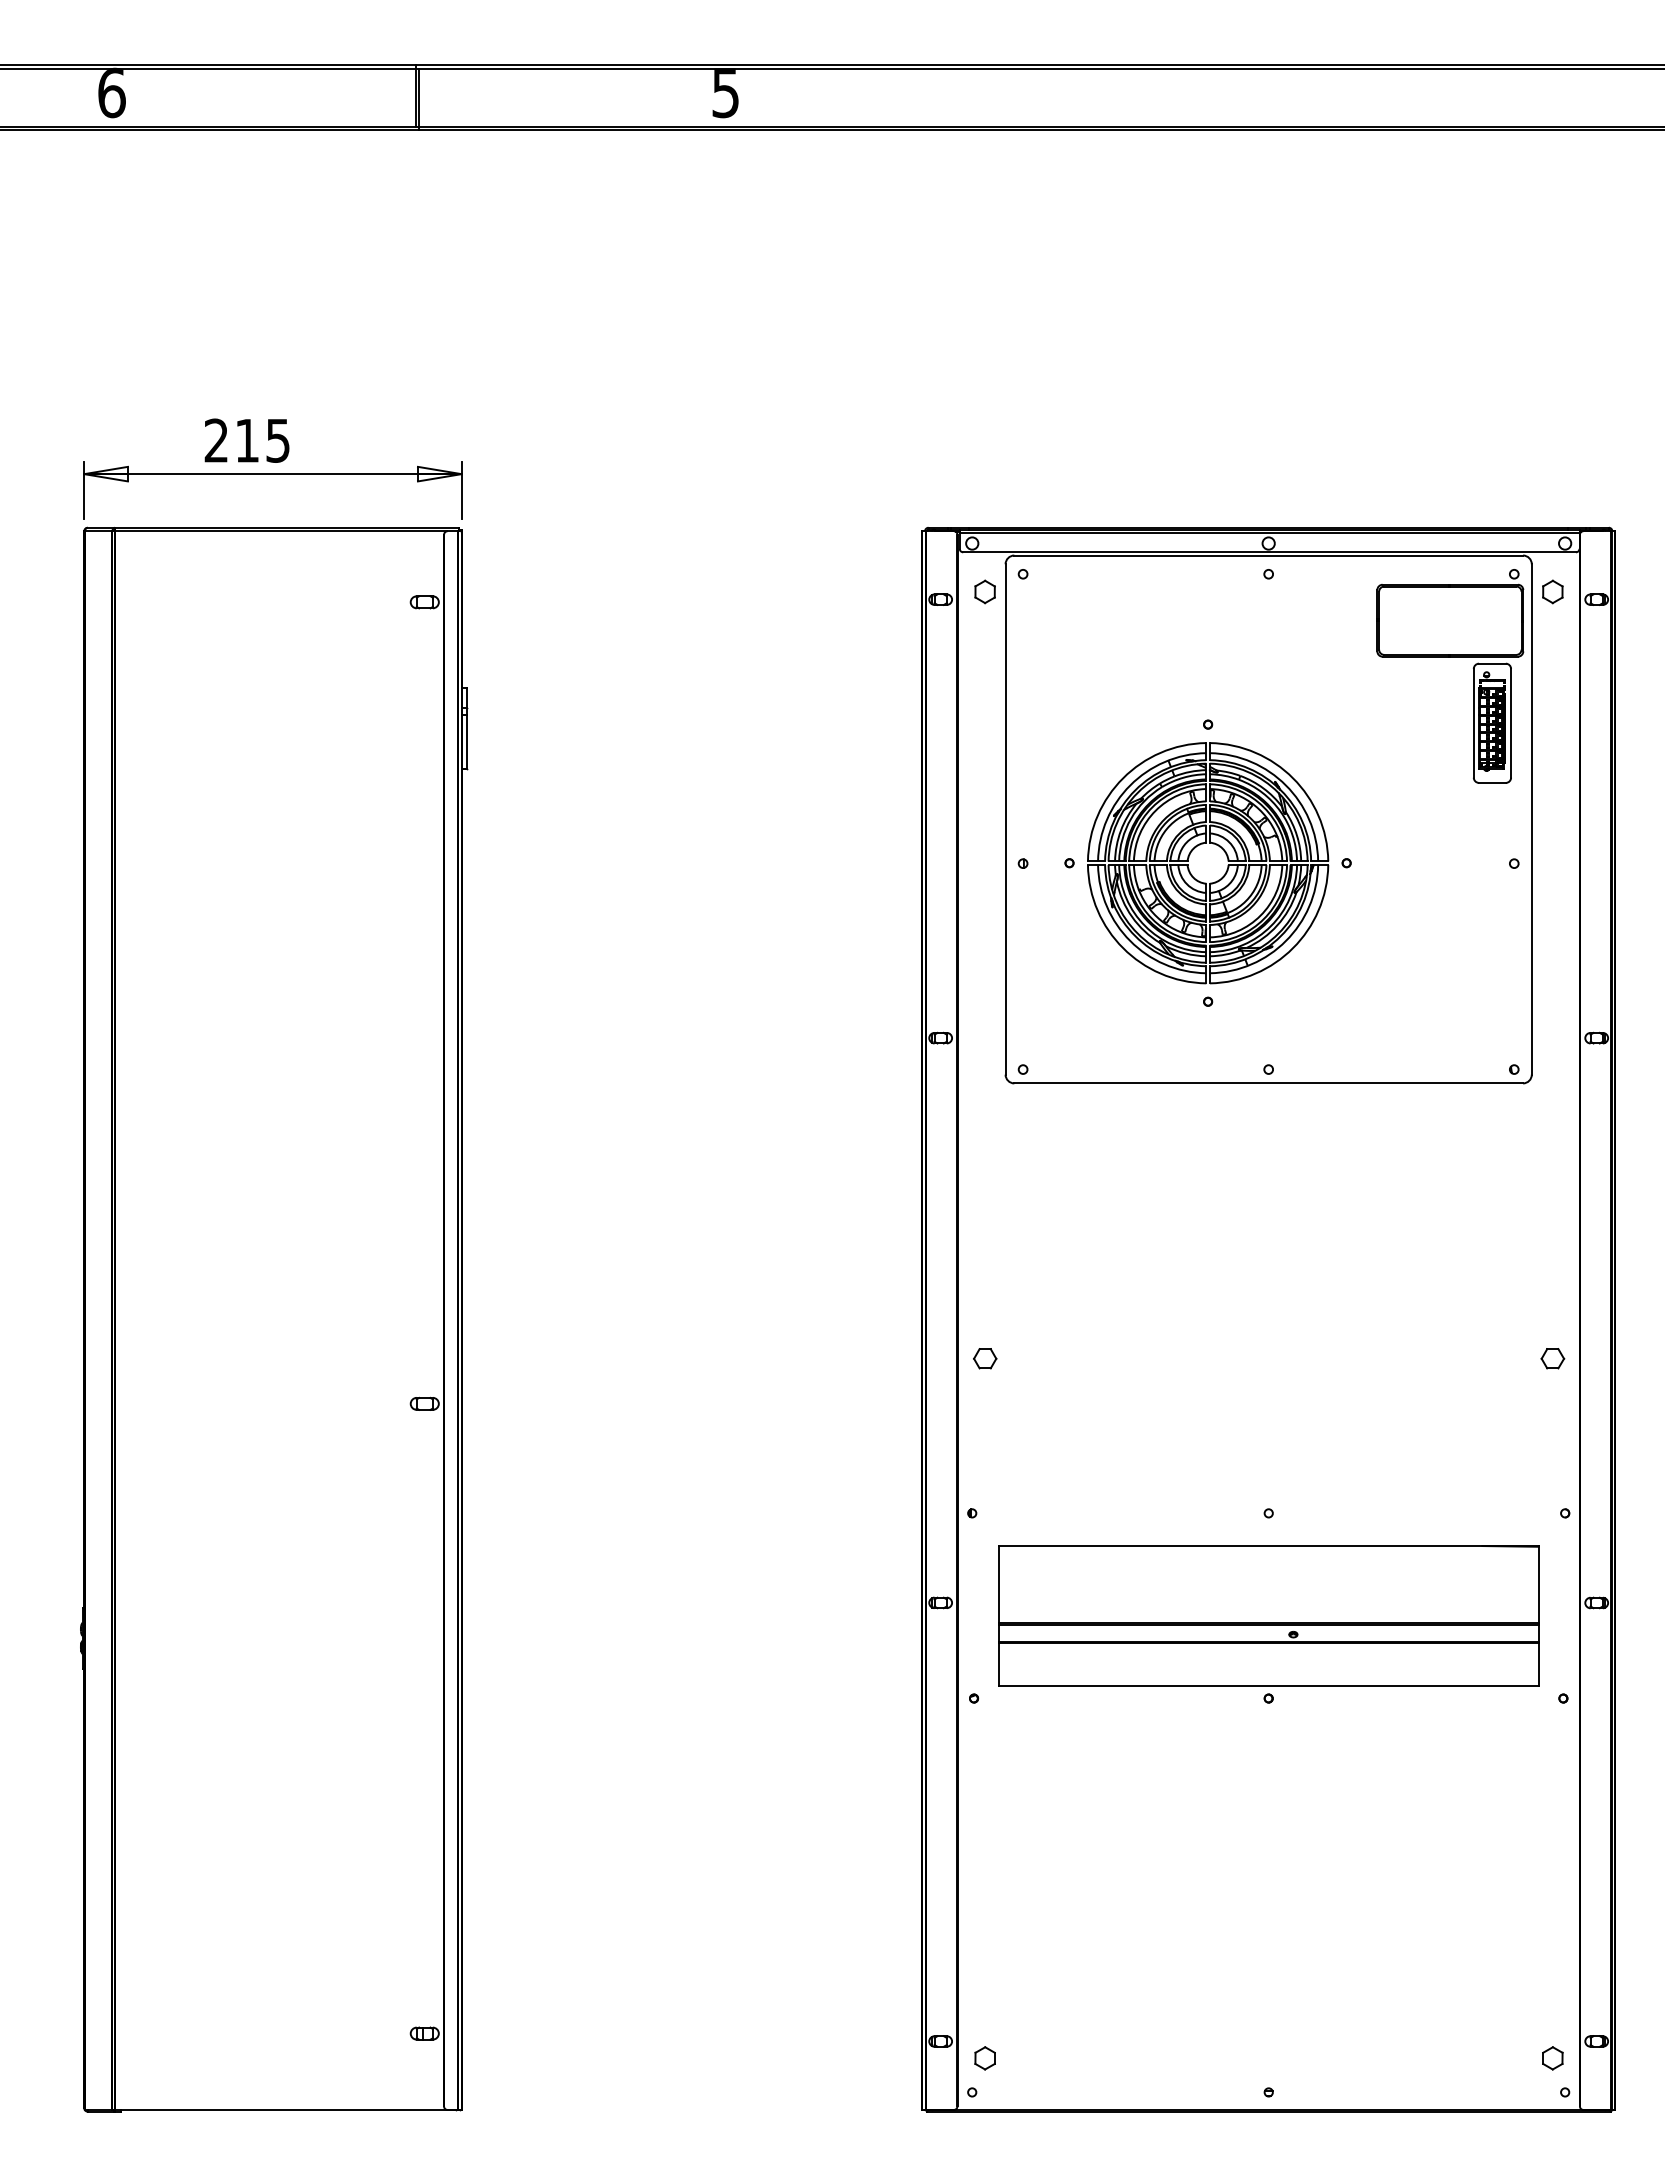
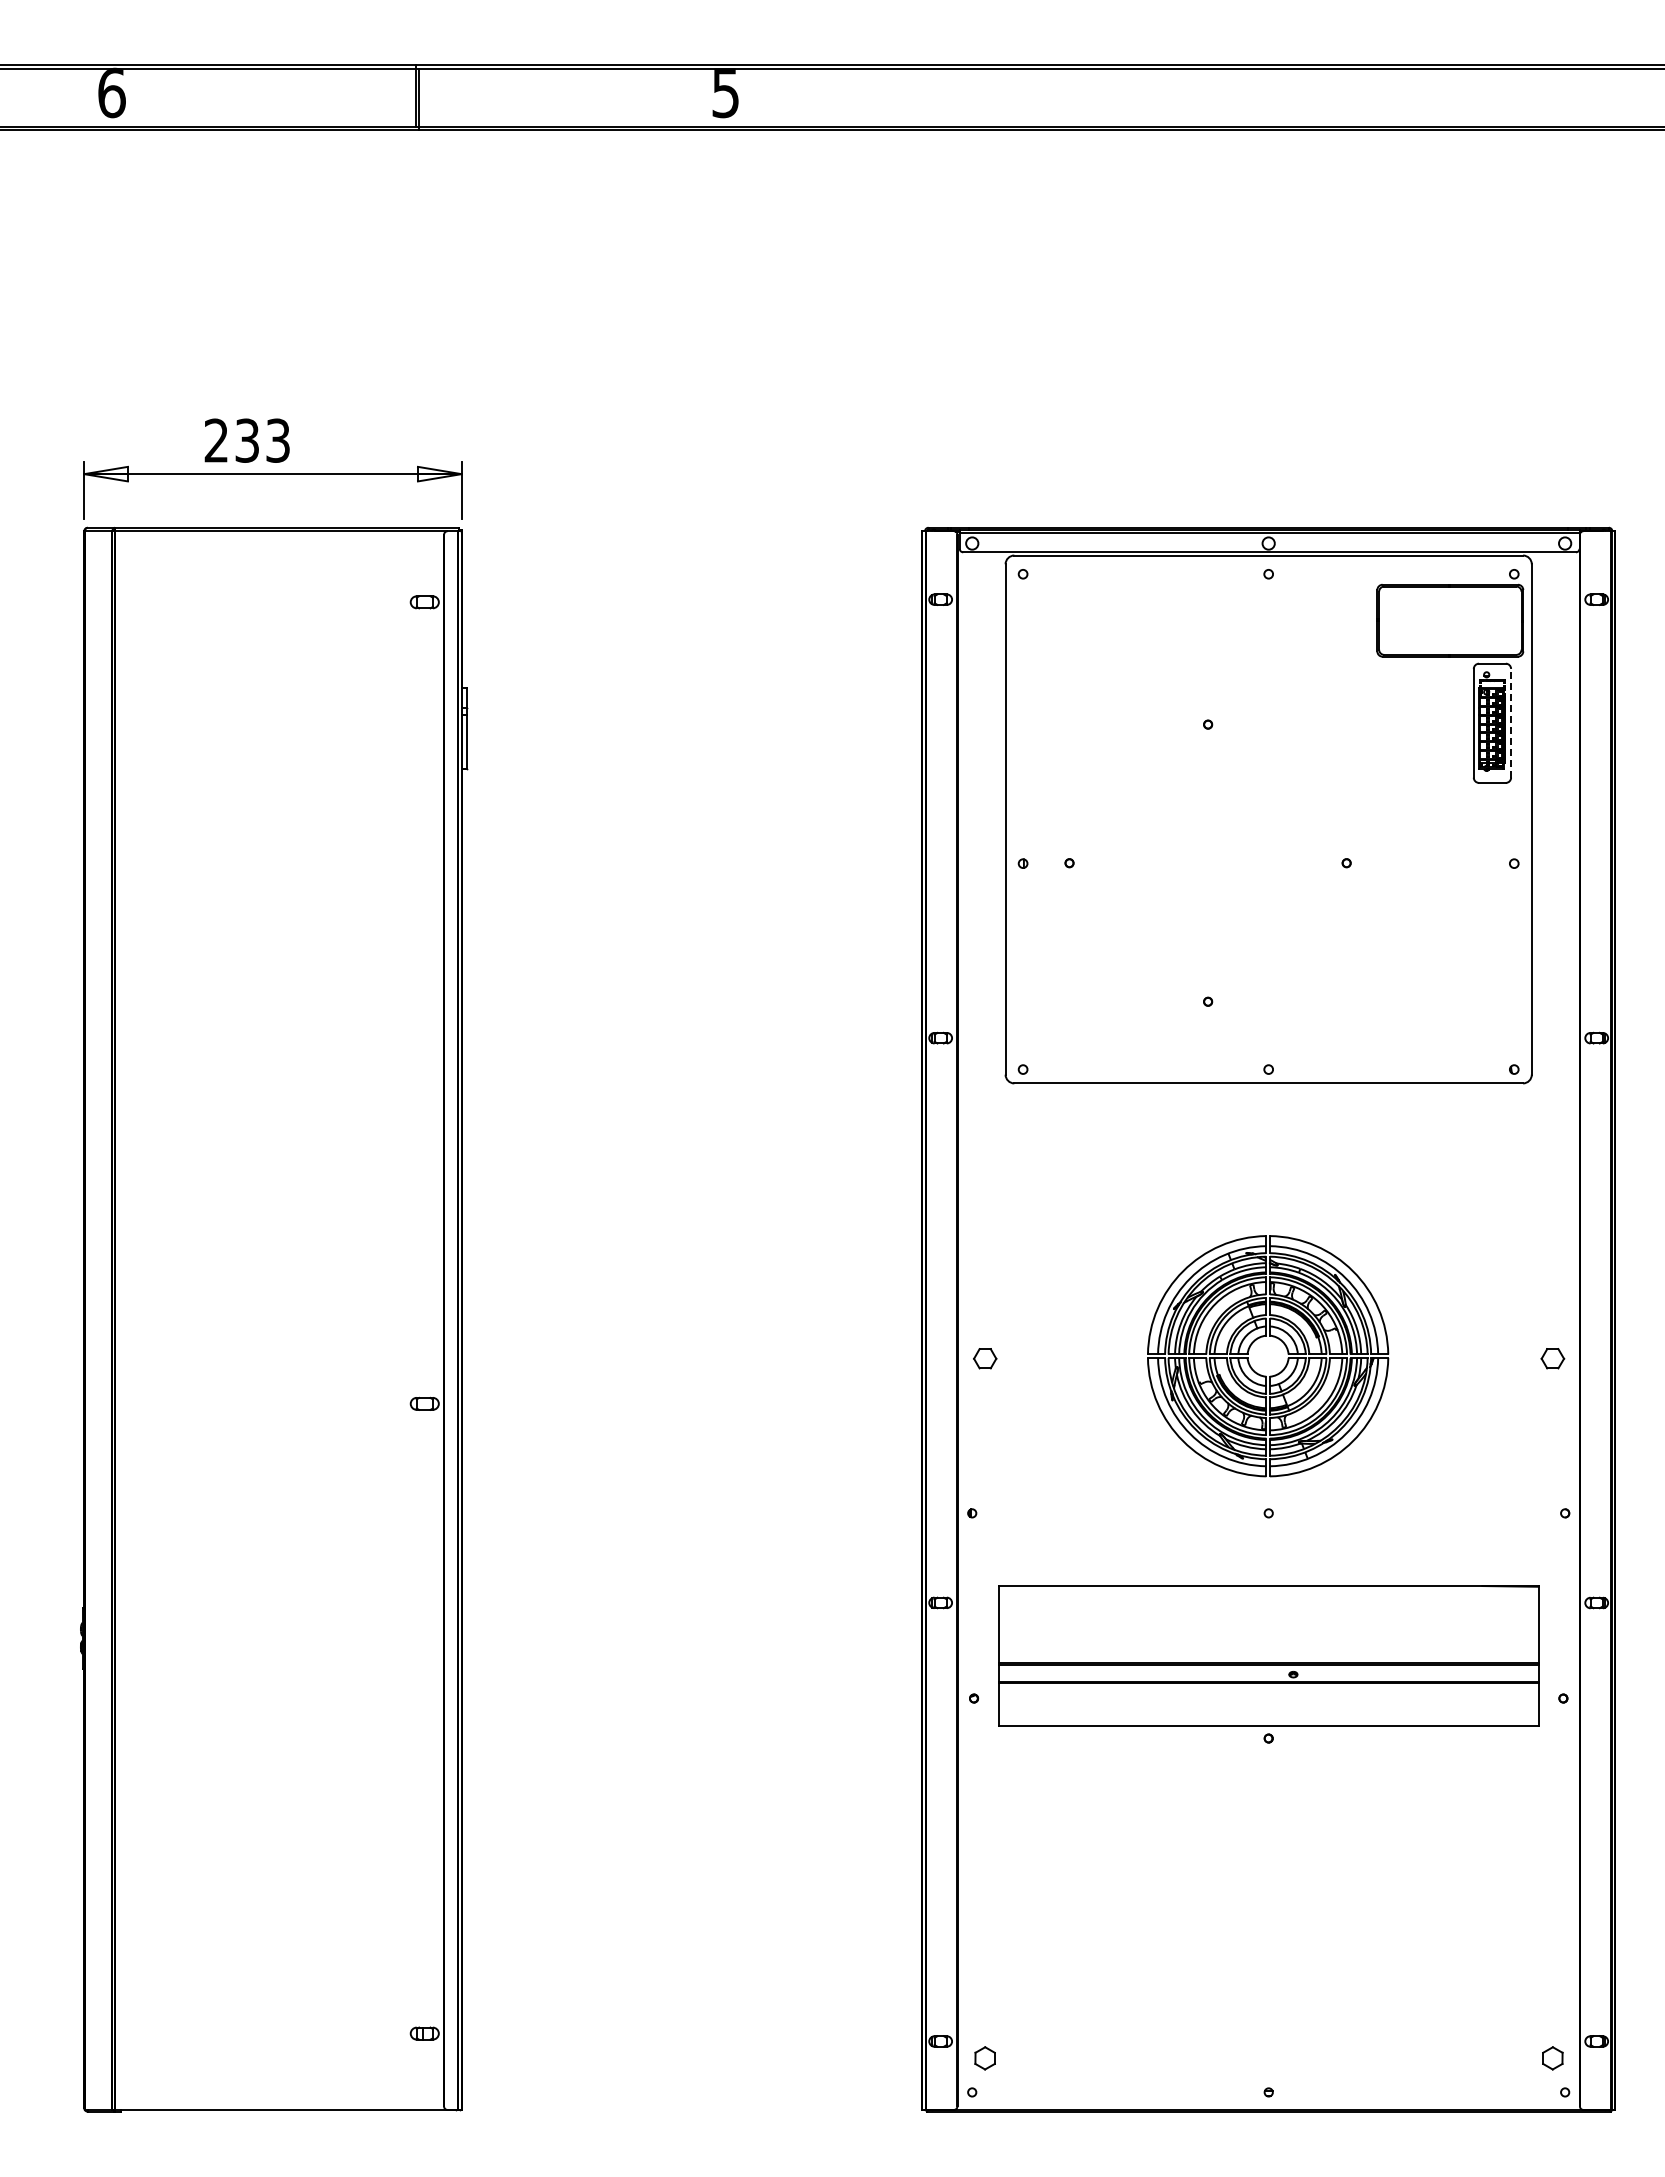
text at (262, 440): 215 -> 233
part at (984, 591): present -> none
part at (1552, 591): present -> none
line at (1511, 722): solid -> dashed
part at (1225, 871) position: (1225, 871) -> (1285, 1364)
part at (1268, 1624) position: (1268, 1624) -> (1268, 1664)
